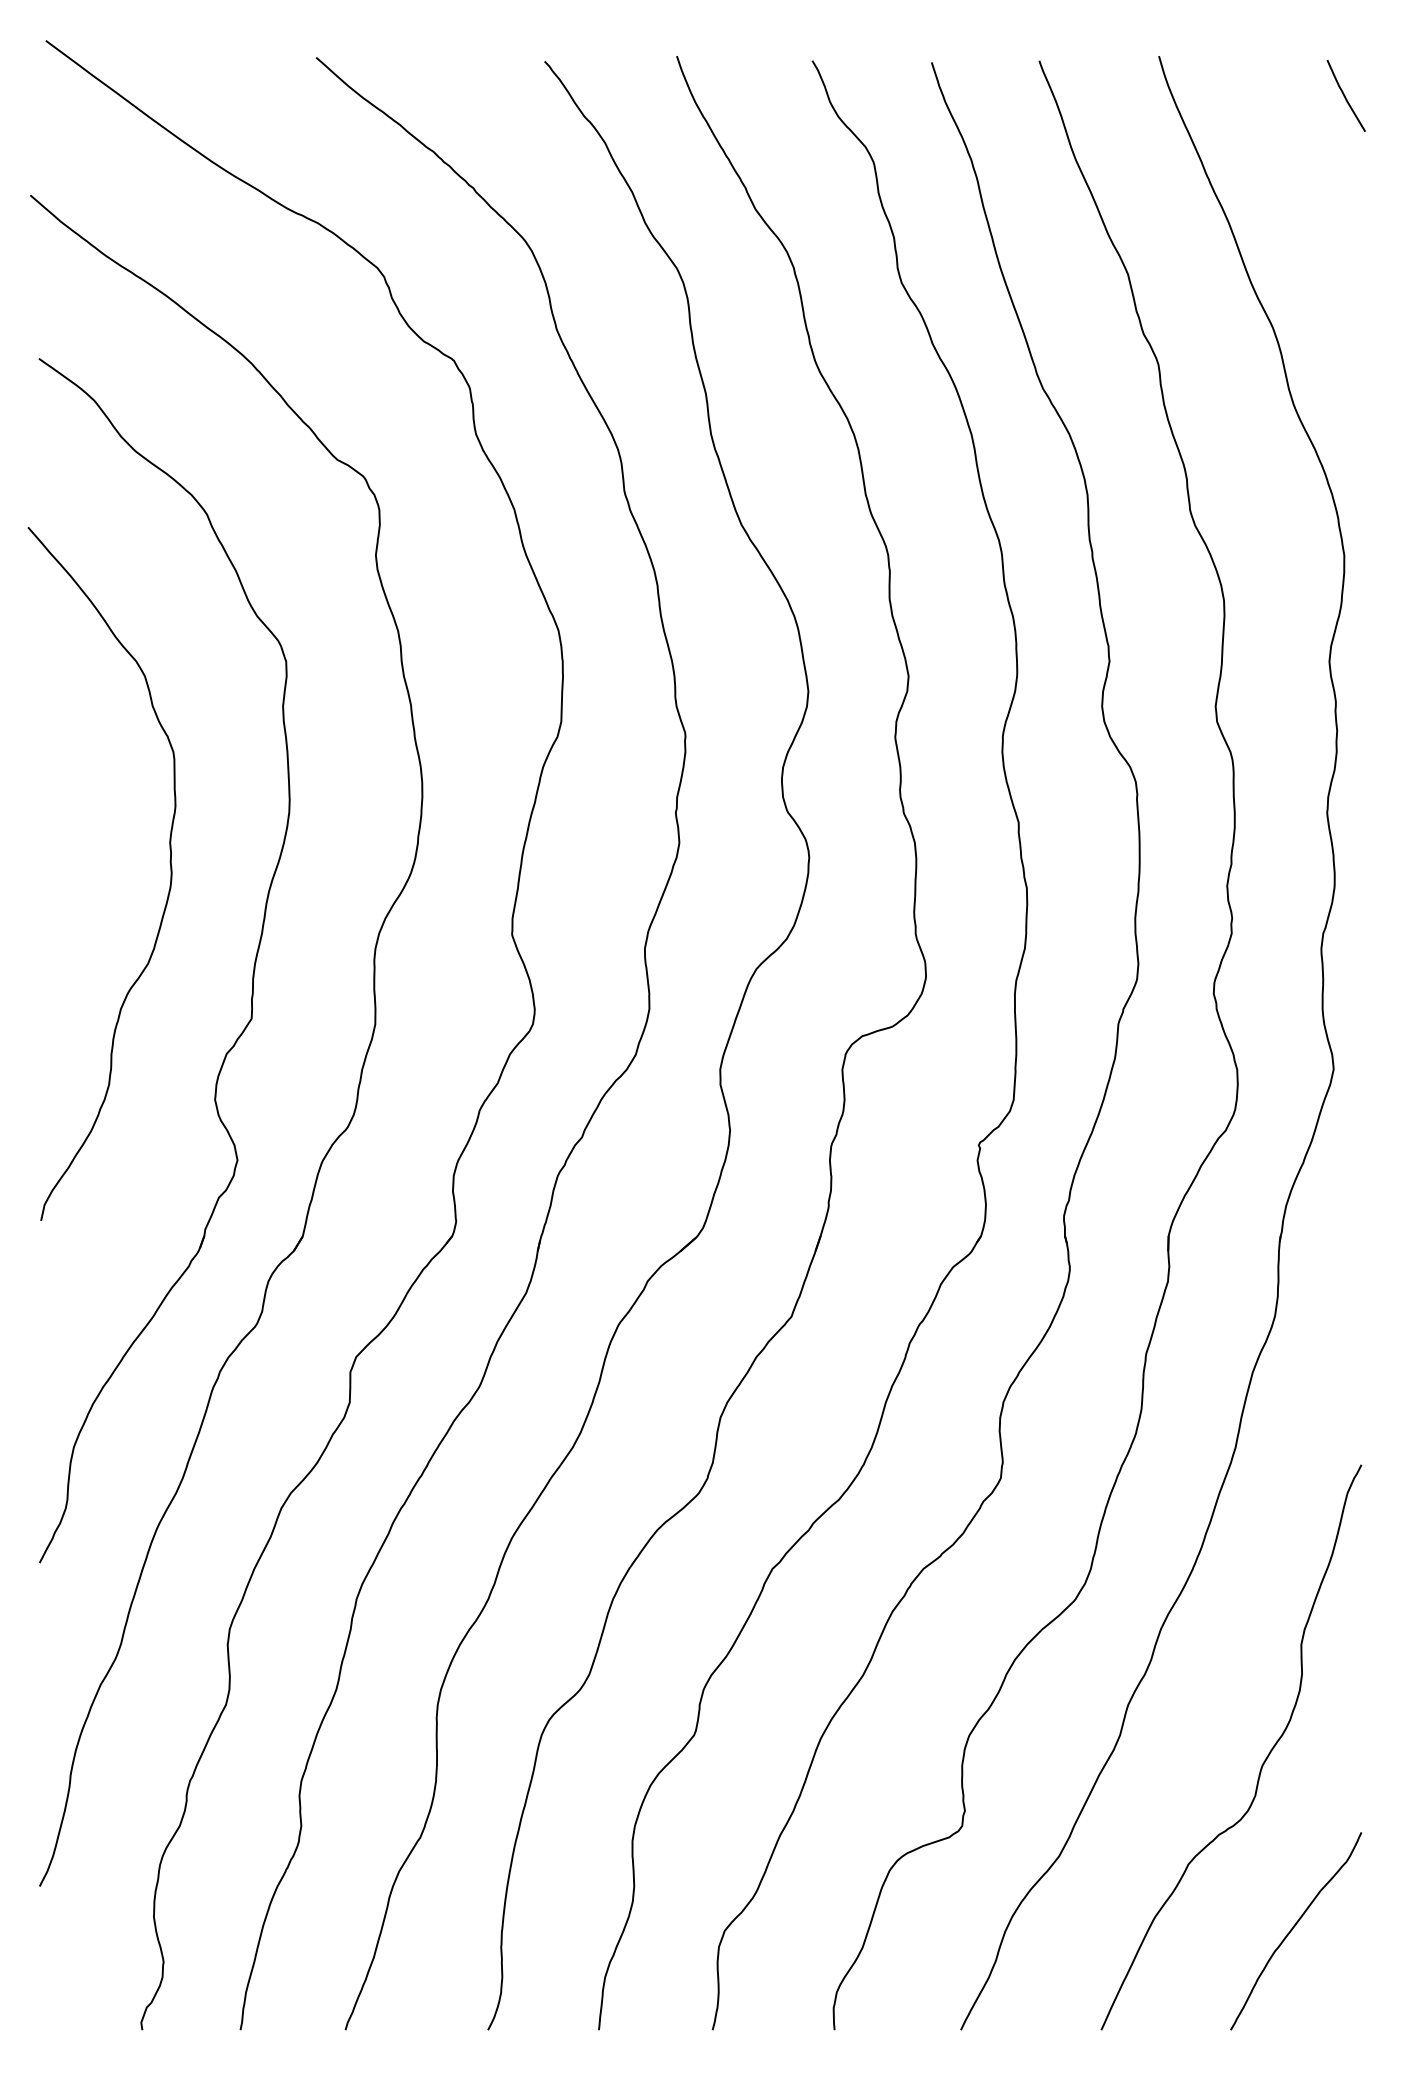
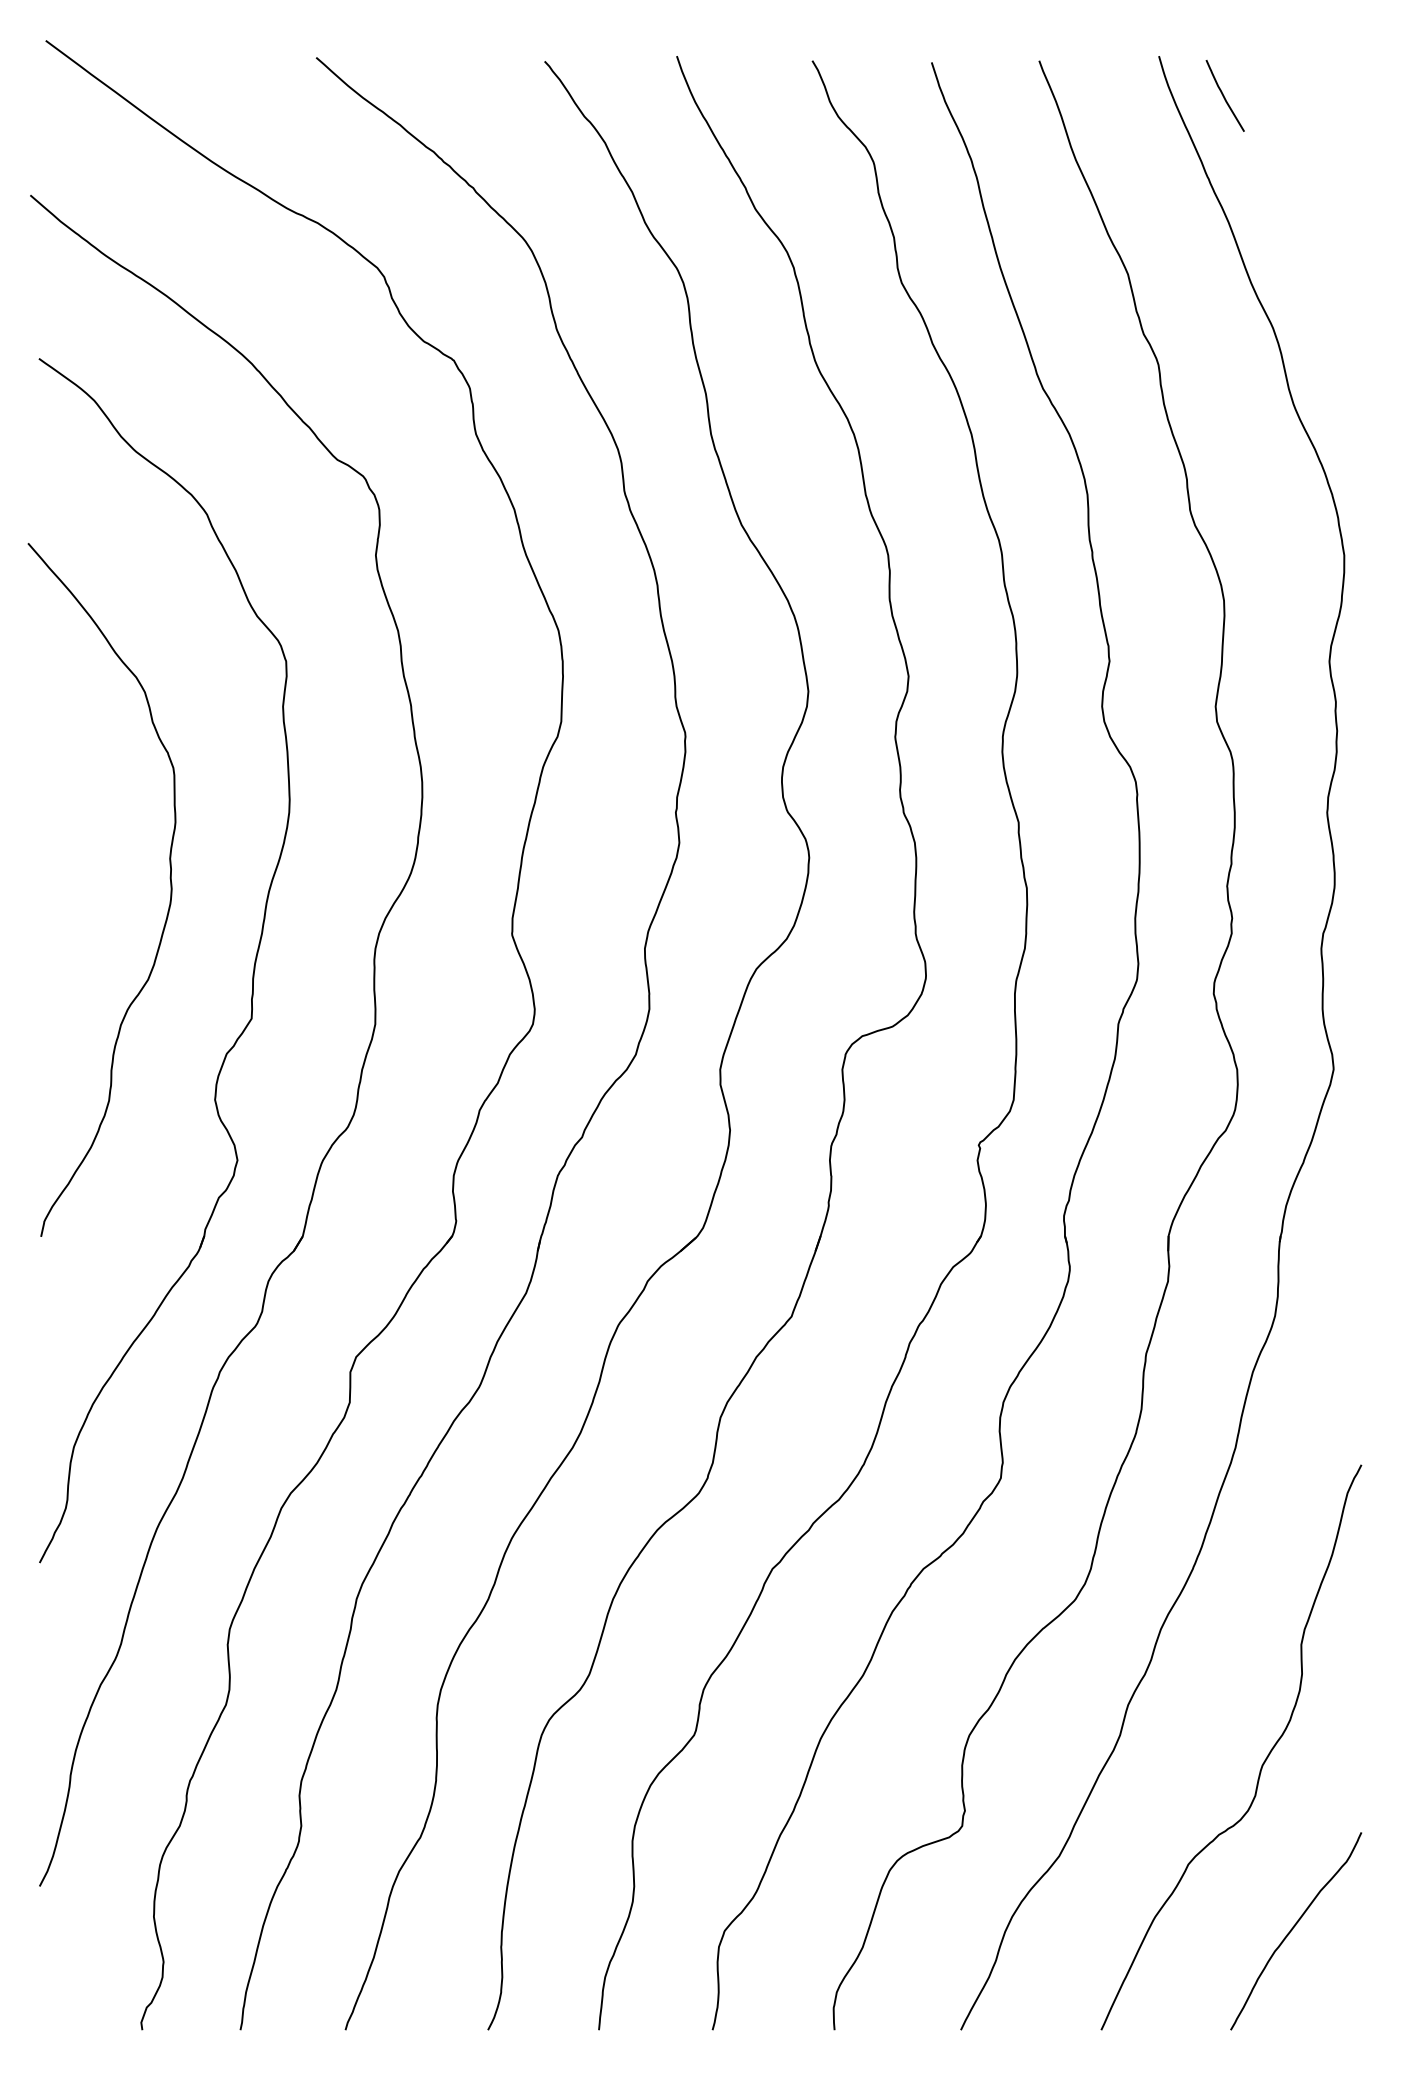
curve at (1345, 95) position: (1345, 95) -> (1224, 95)
curve at (169, 862) position: (169, 862) -> (169, 878)
